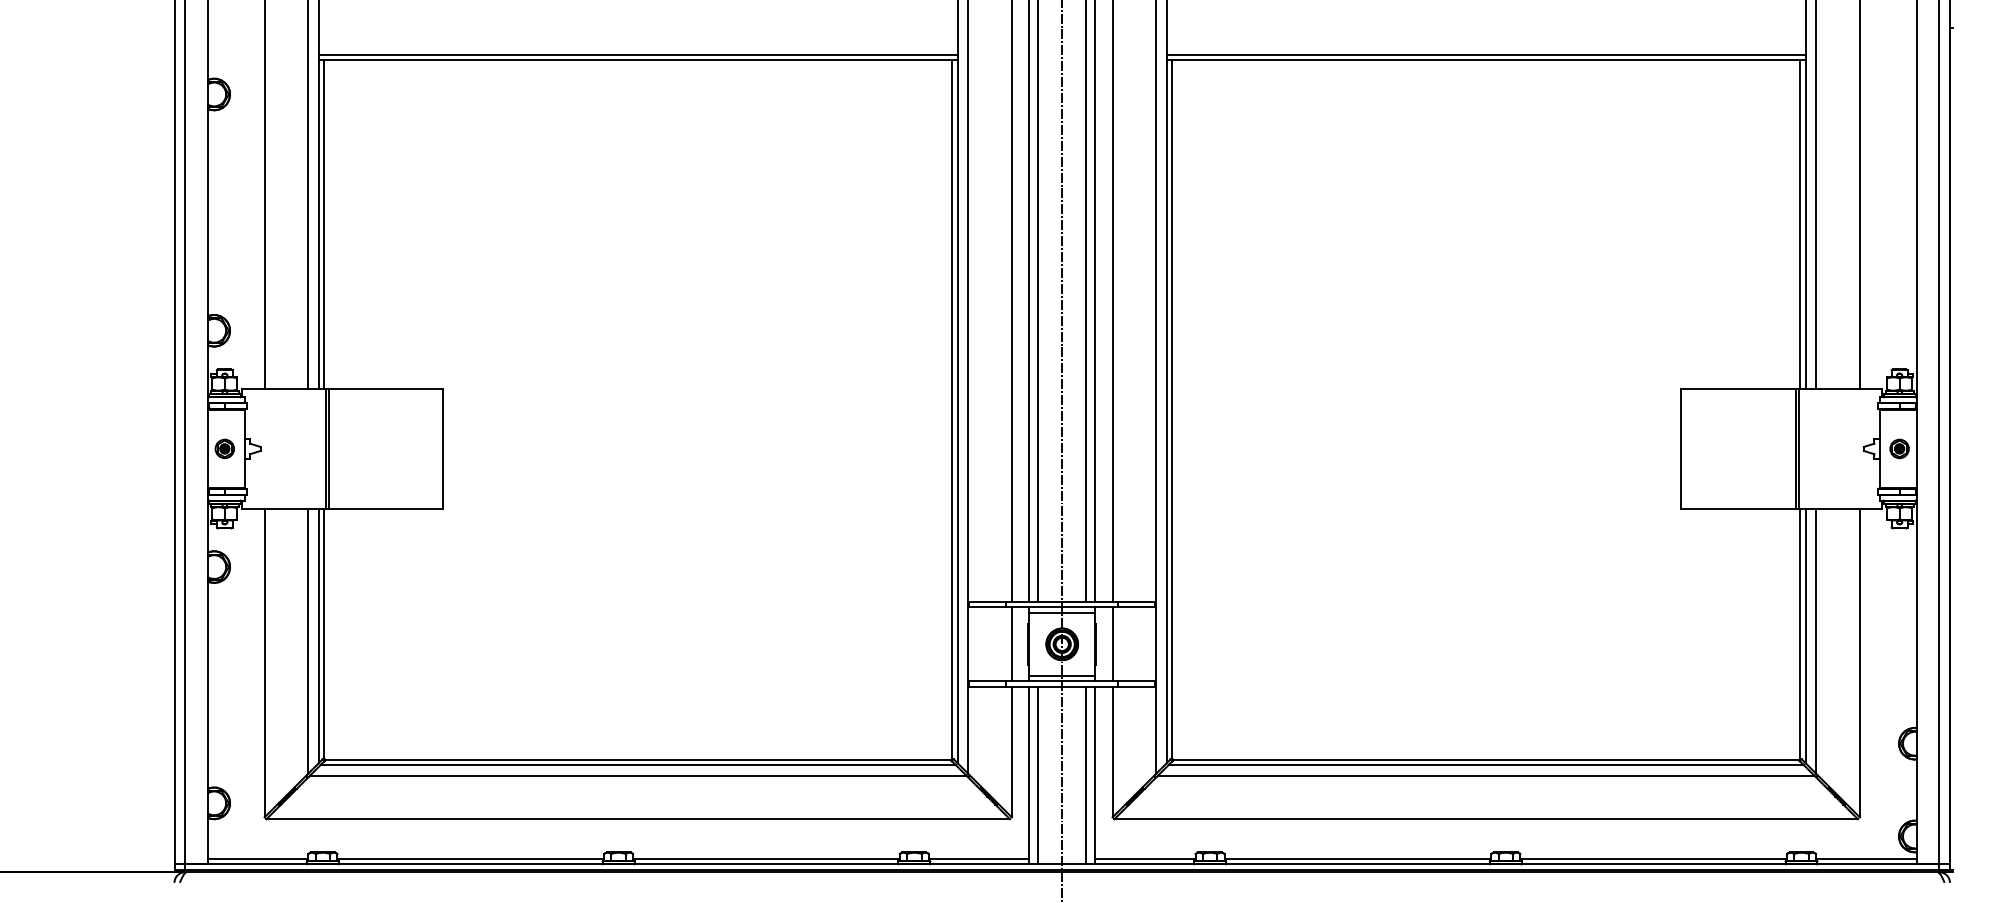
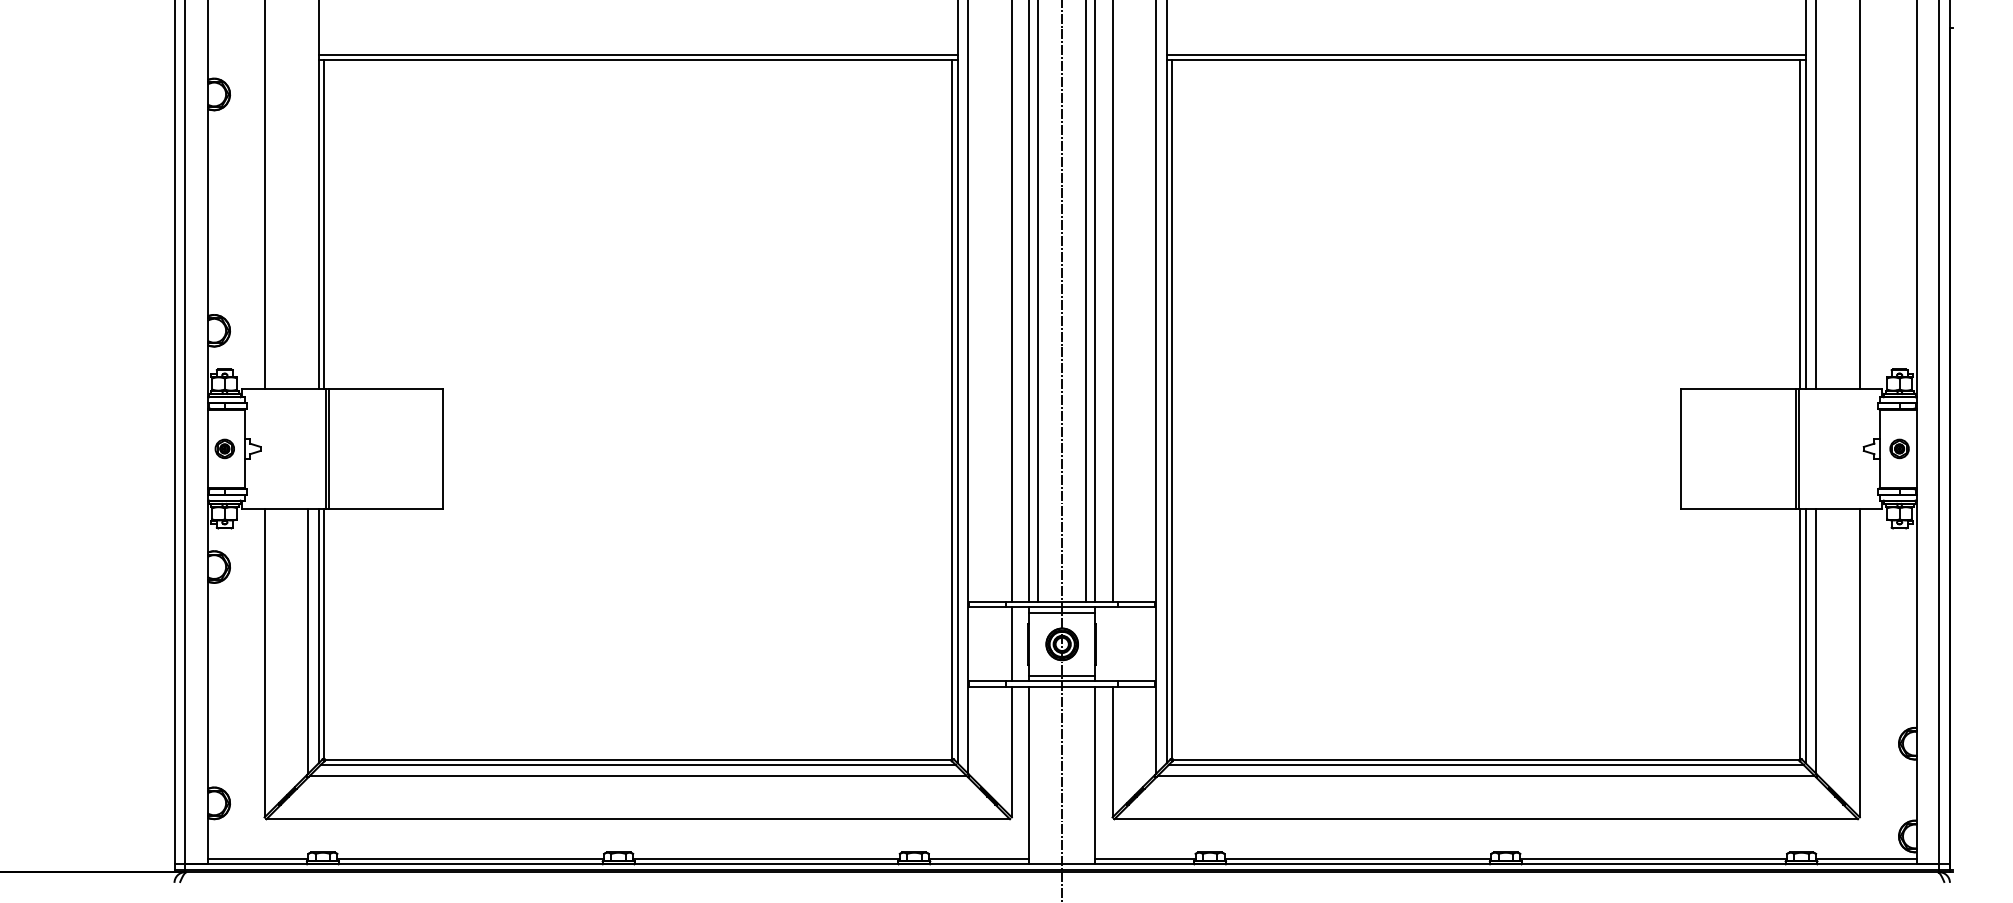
line at (308, 195): present -> none
line at (1112, 644): present -> none
line at (1038, 775): present -> none
line at (1086, 775): present -> none
